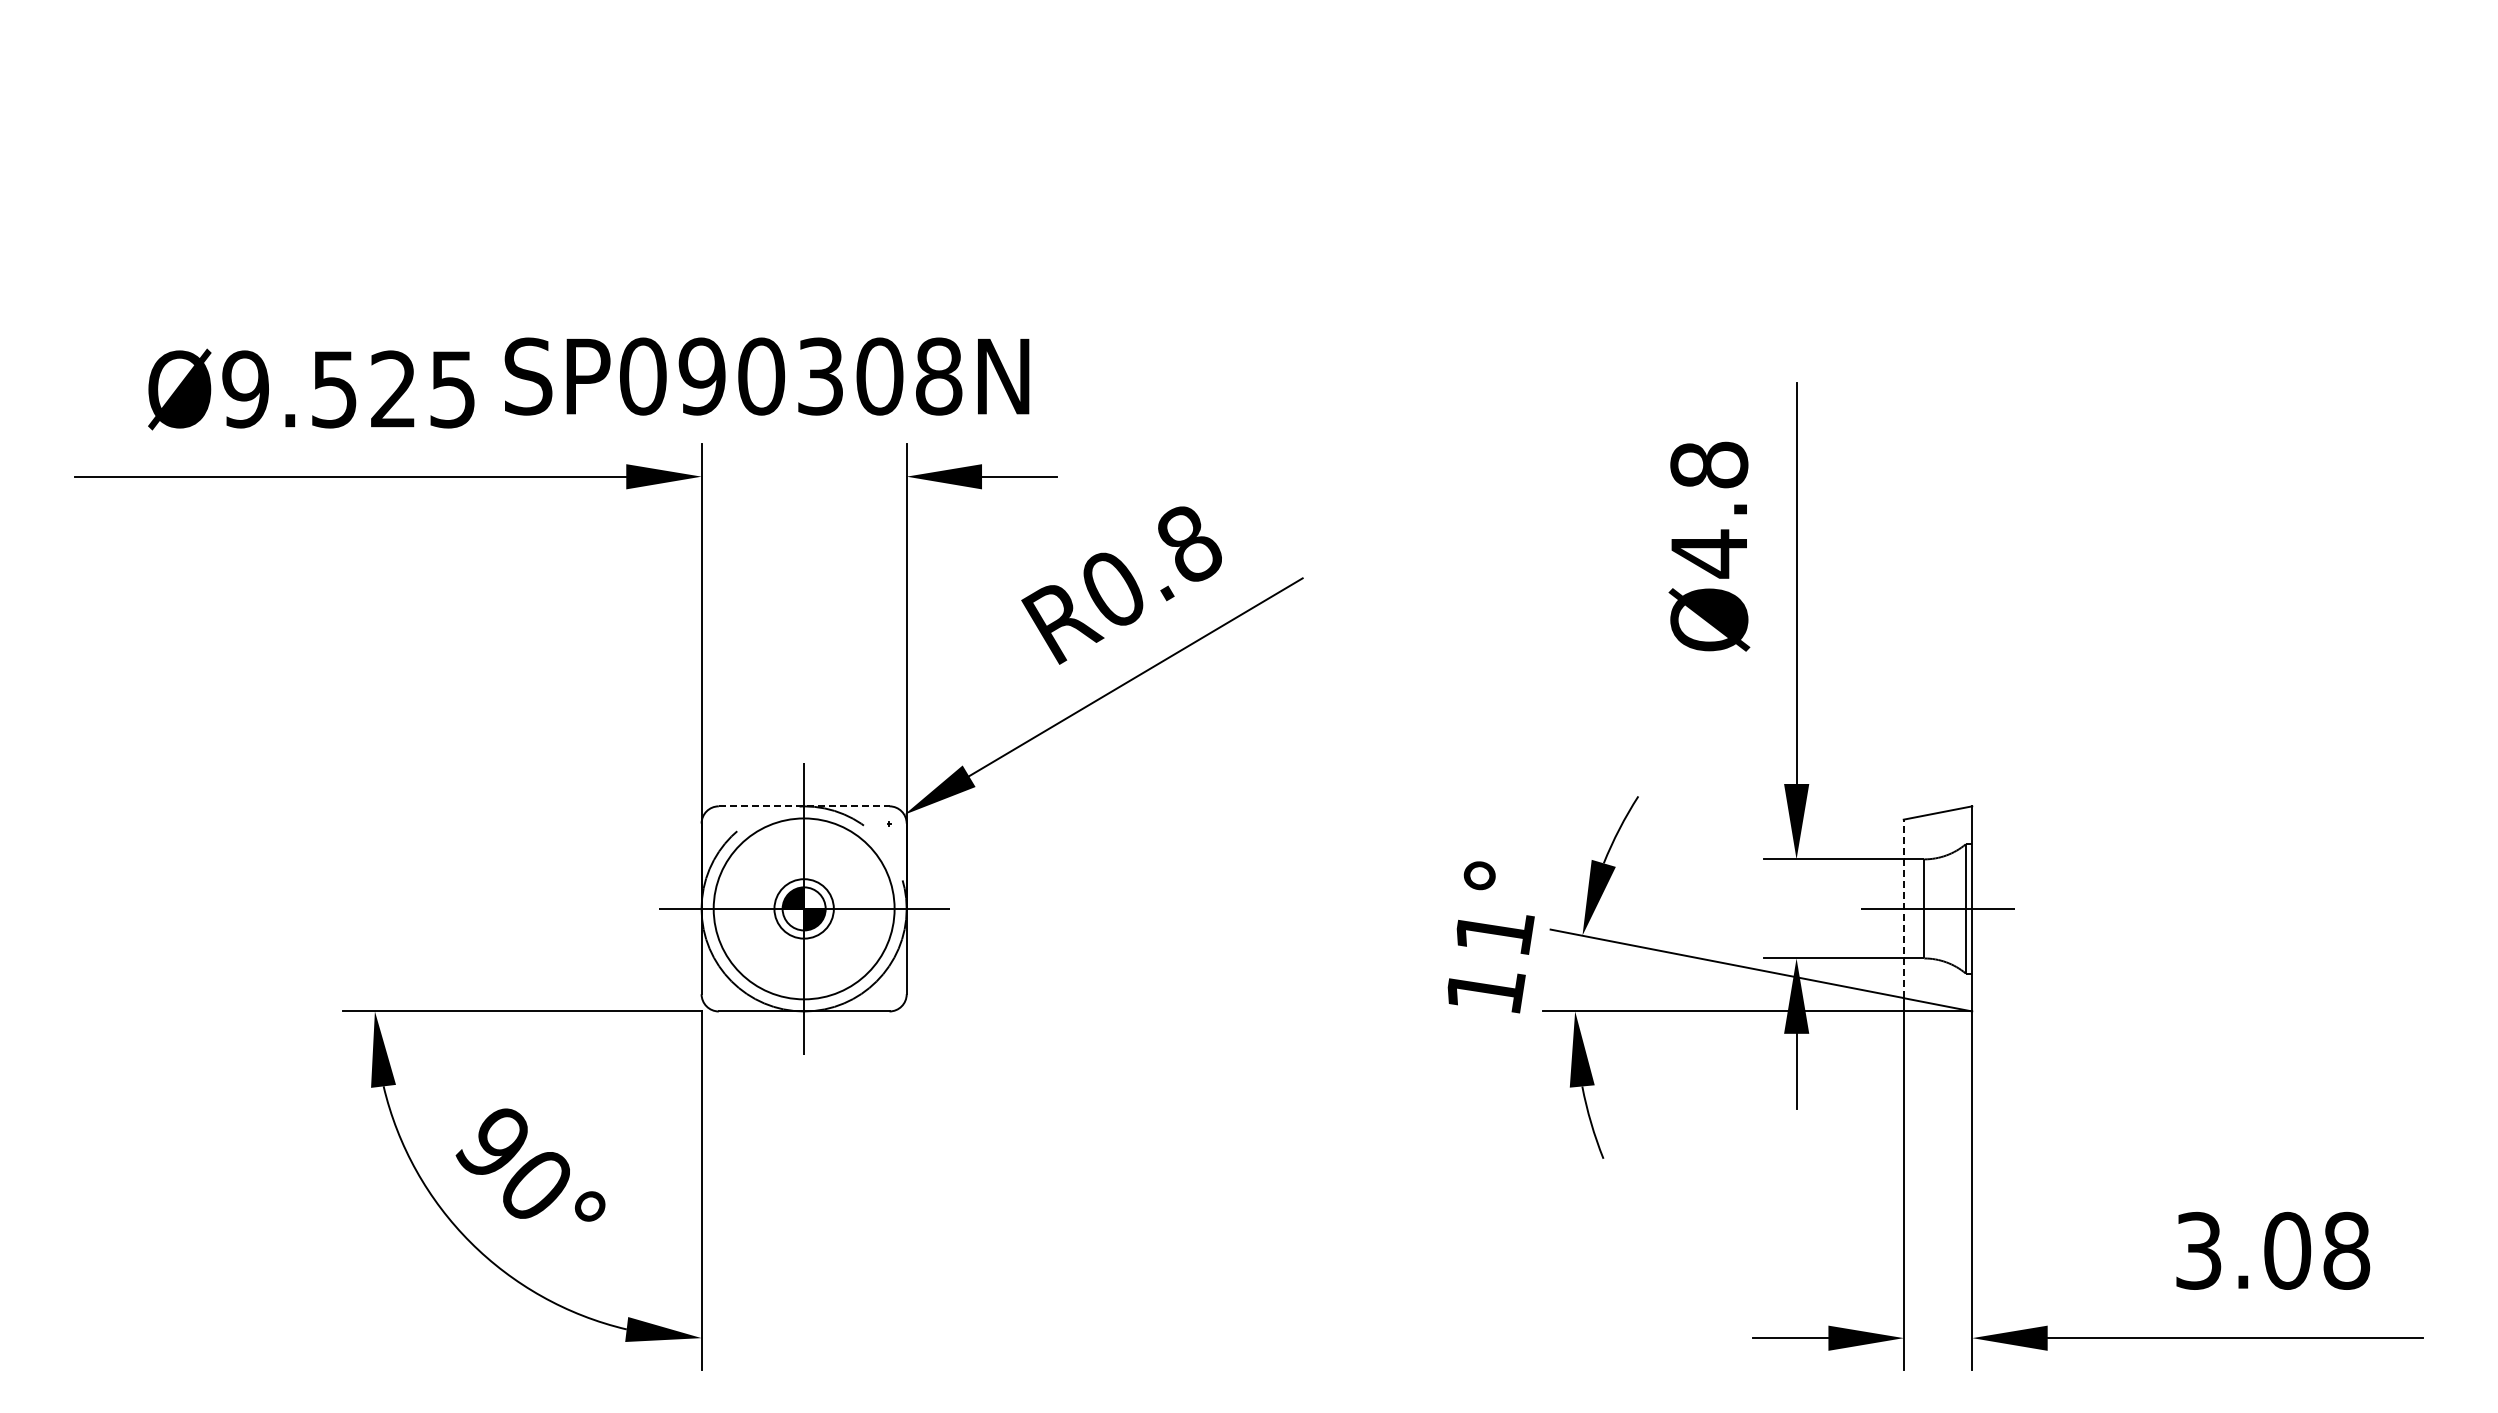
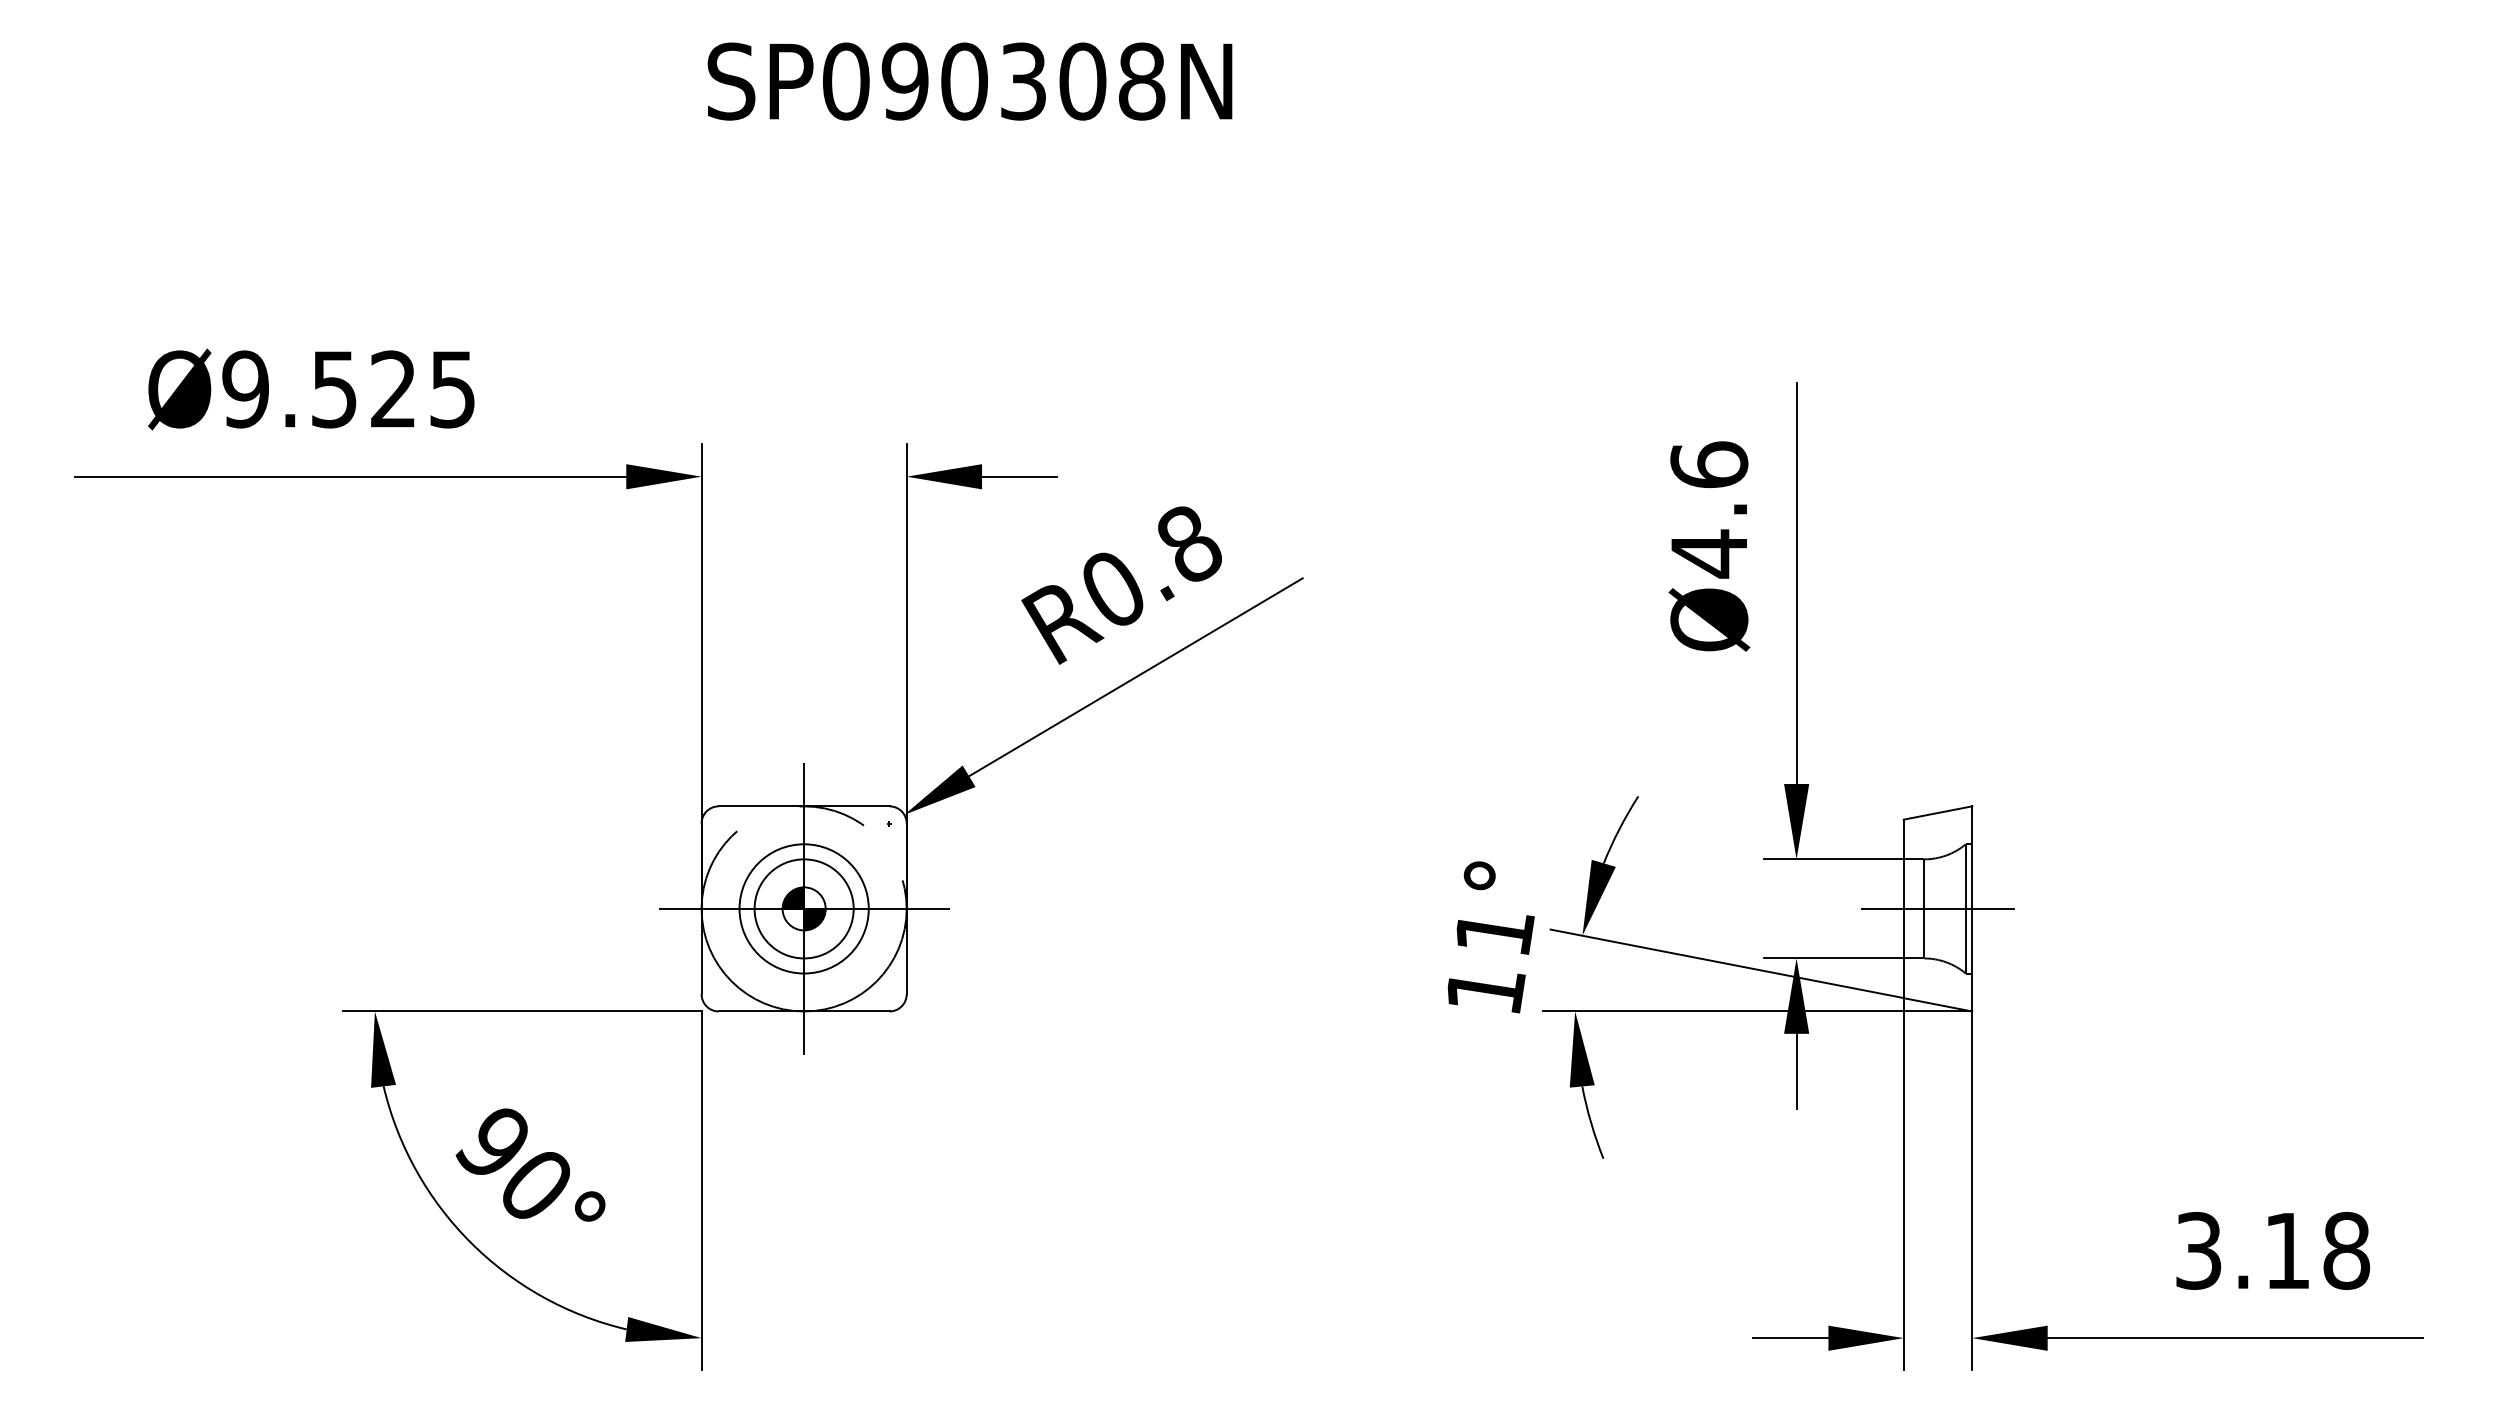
text at (766, 376) position: (766, 376) -> (969, 81)
text at (1709, 464): Ø4.8 -> Ø4.6
line at (804, 806): dashed -> solid
circle at (803, 908) diameter: 181 px -> 129 px
circle at (803, 908) diameter: 59 px -> 99 px
line at (1903, 908): dashed -> solid
text at (2287, 1250): 3.08 -> 3.18
